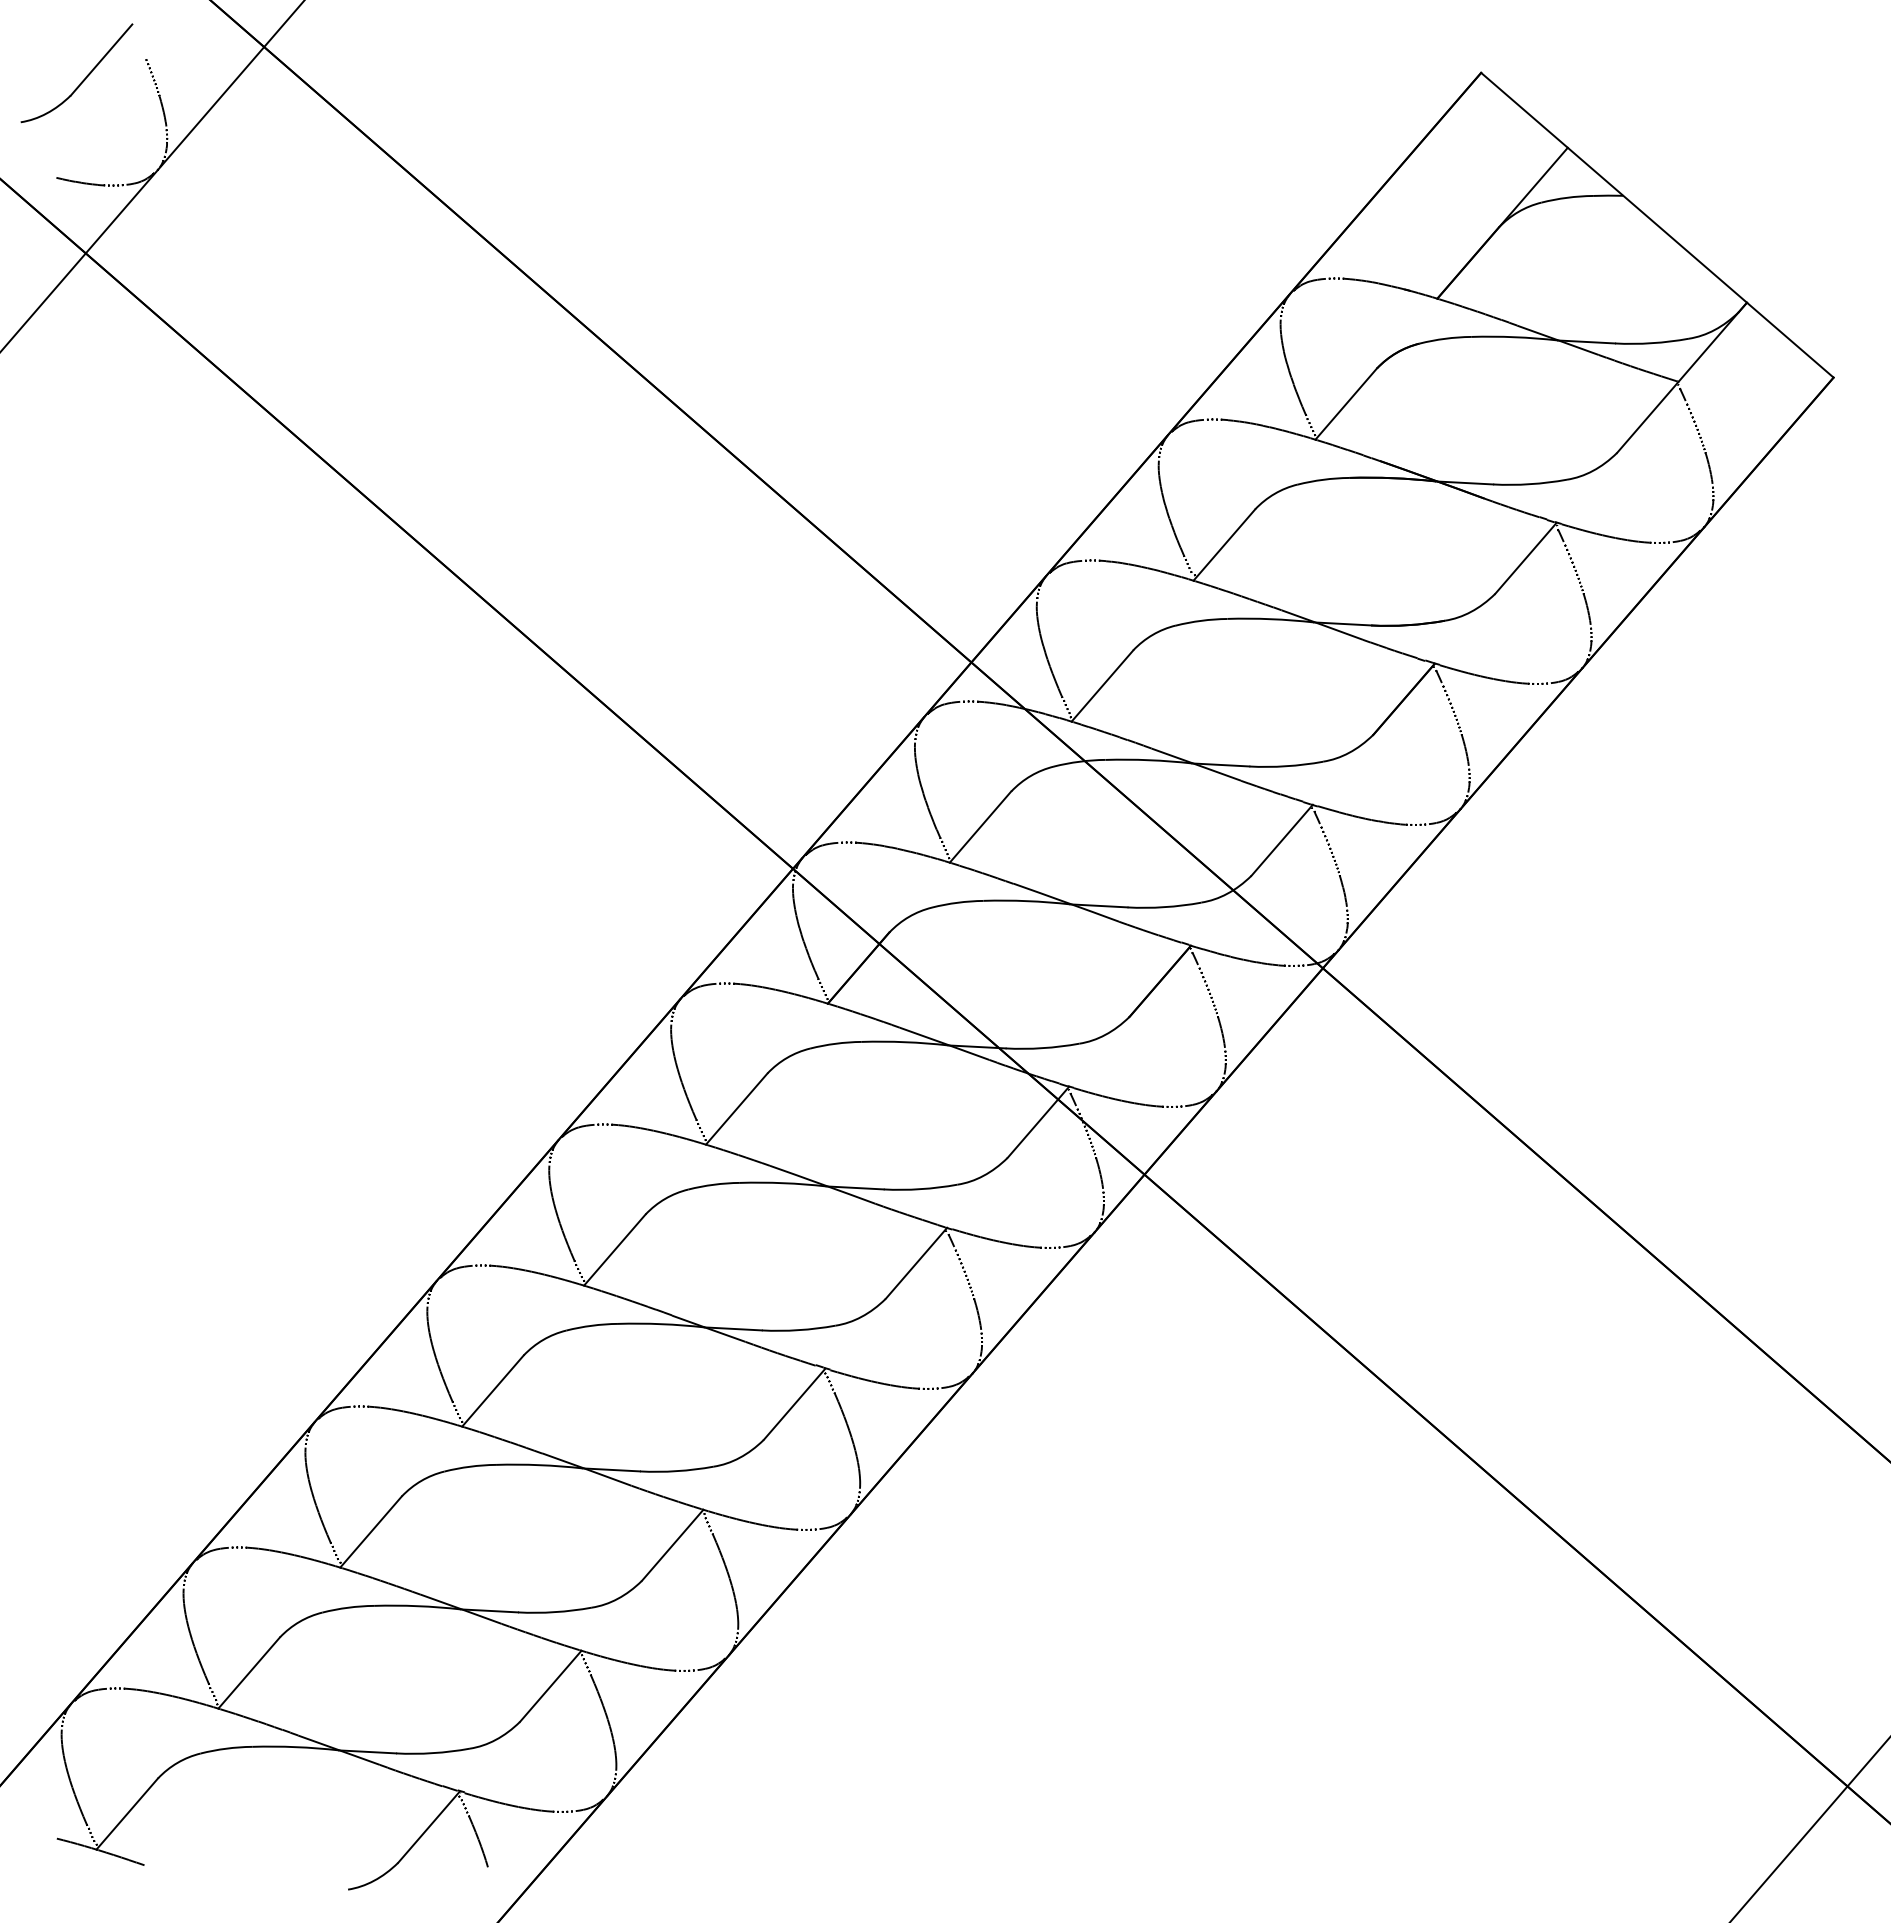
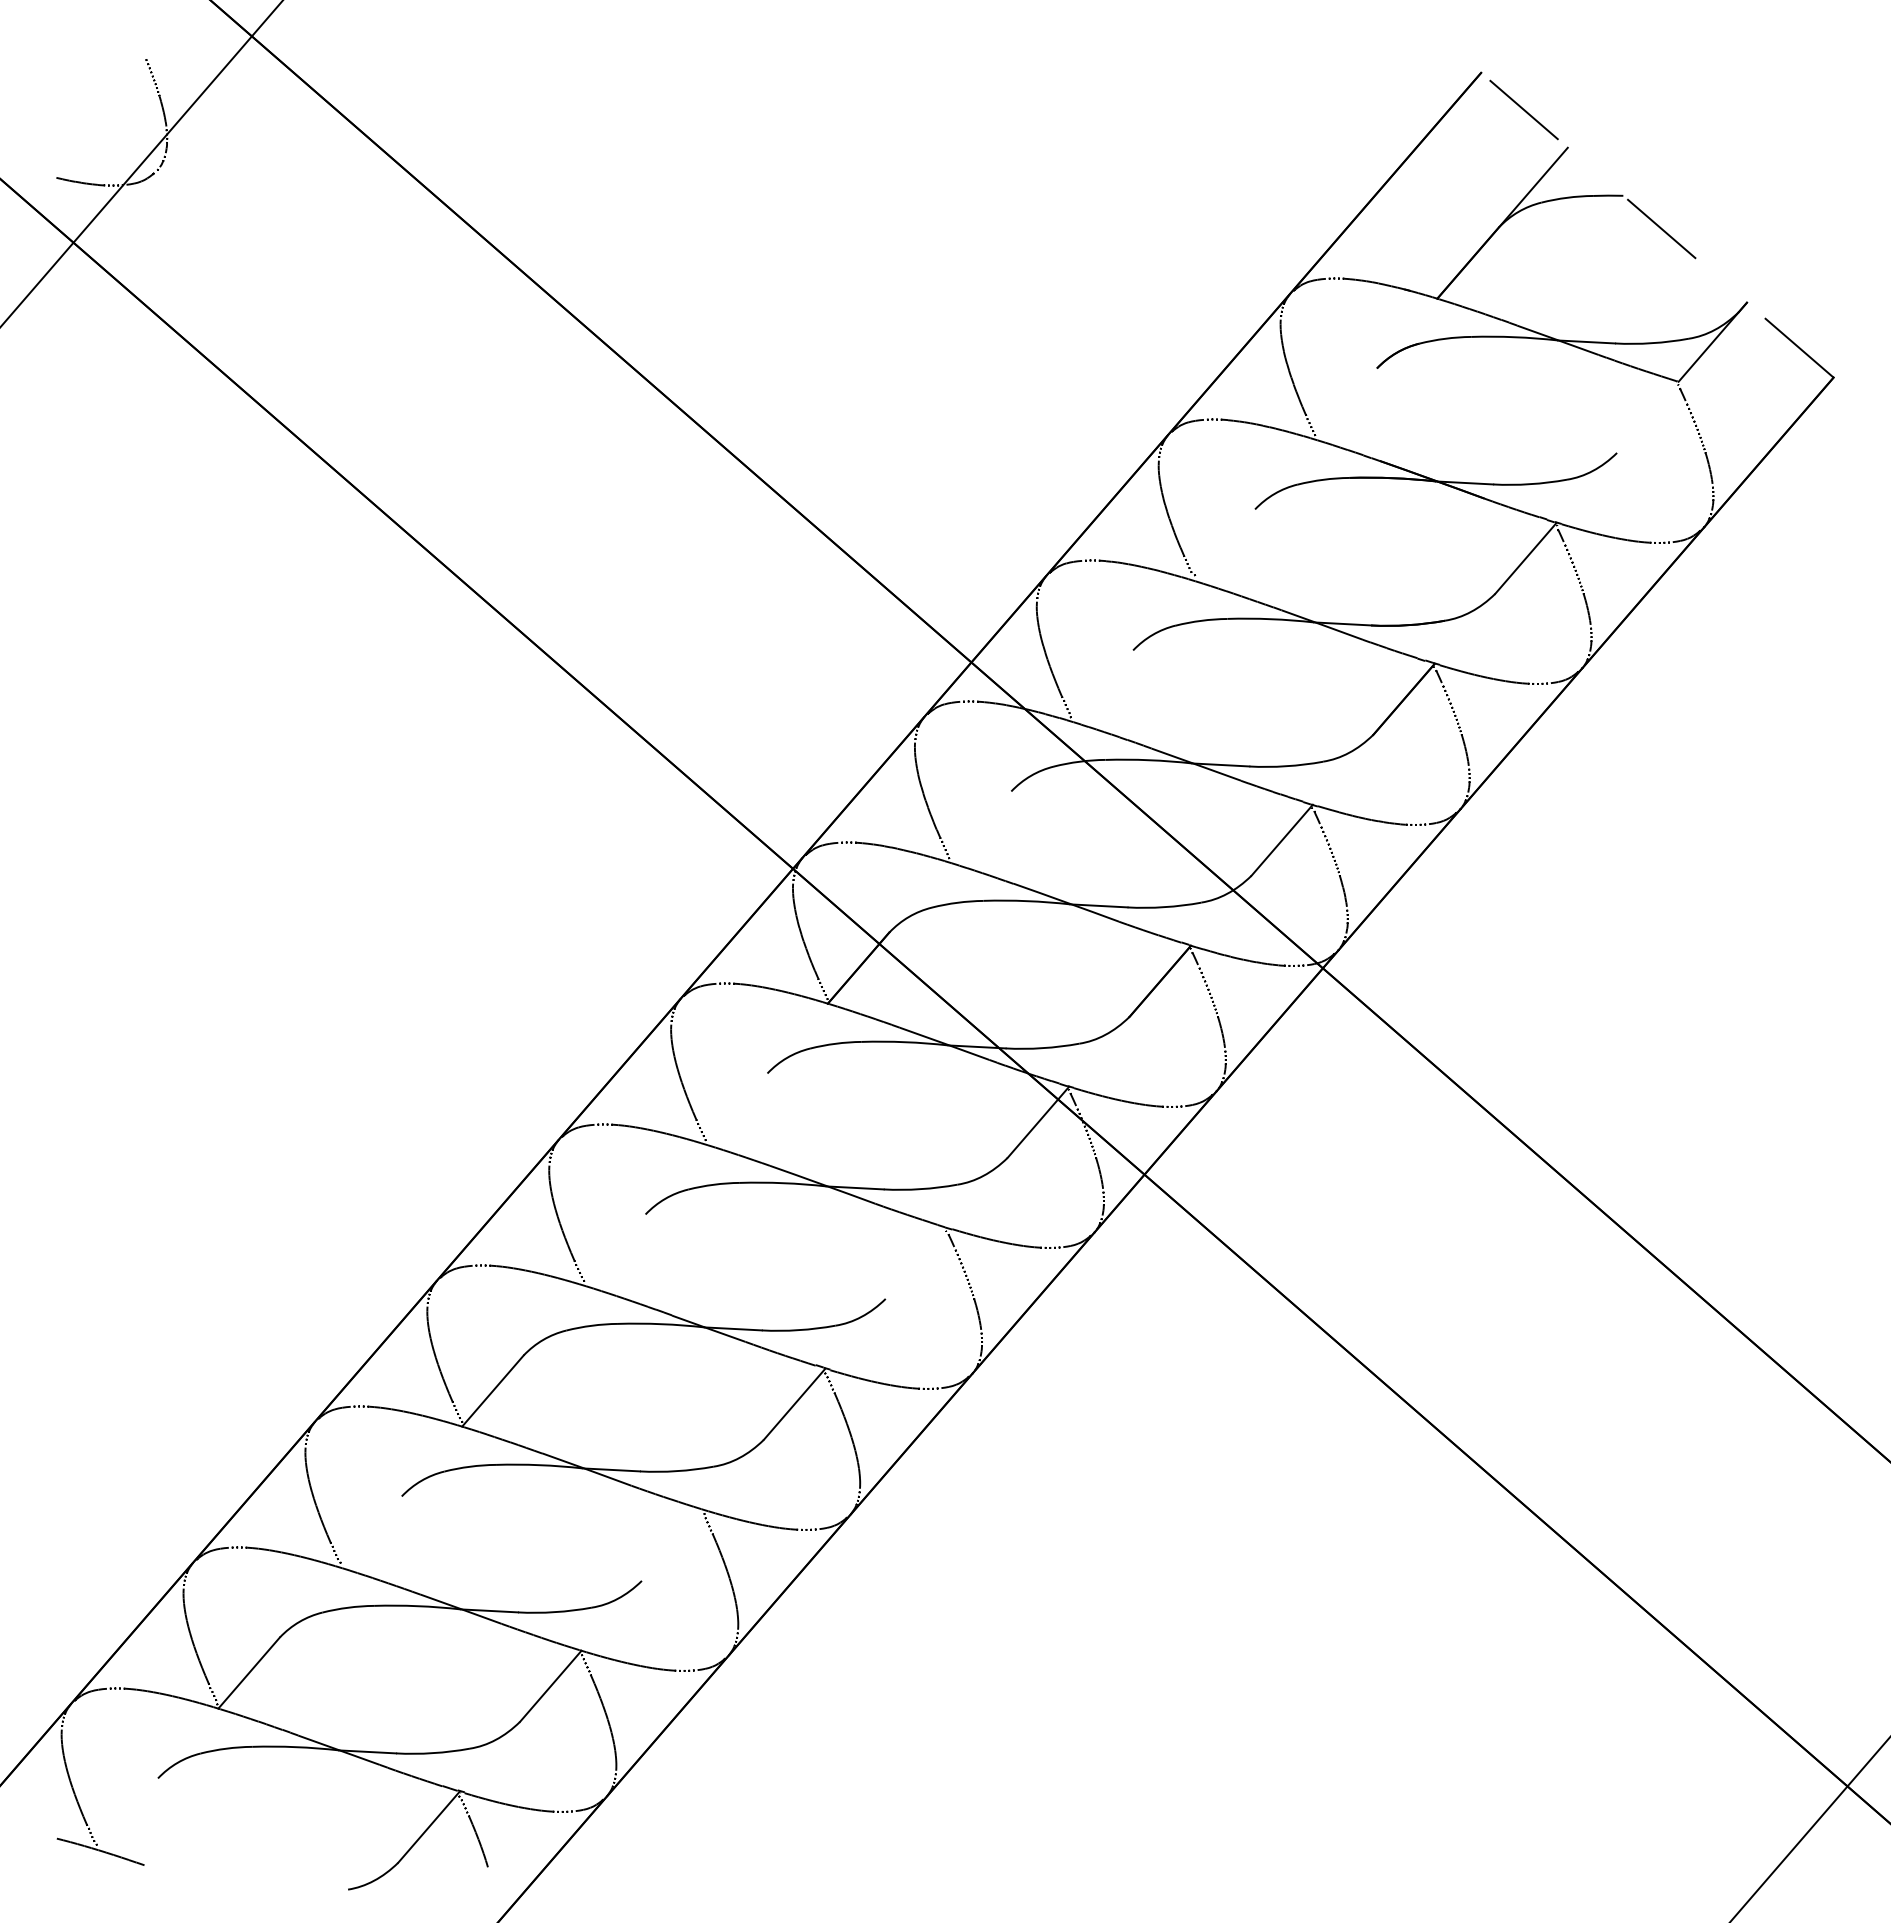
part at (83, 79): present -> none
line at (152, 175) position: (152, 175) -> (141, 163)
line at (1657, 225): solid -> dashed
line at (1345, 403): present -> none
line at (1647, 416): present -> none
line at (1224, 544): present -> none
line at (1102, 685): present -> none
line at (980, 826): present -> none
line at (736, 1108): present -> none
line at (614, 1249): present -> none
line at (916, 1262): present -> none
line at (370, 1531): present -> none
line at (672, 1544): present -> none
line at (127, 1813): present -> none
